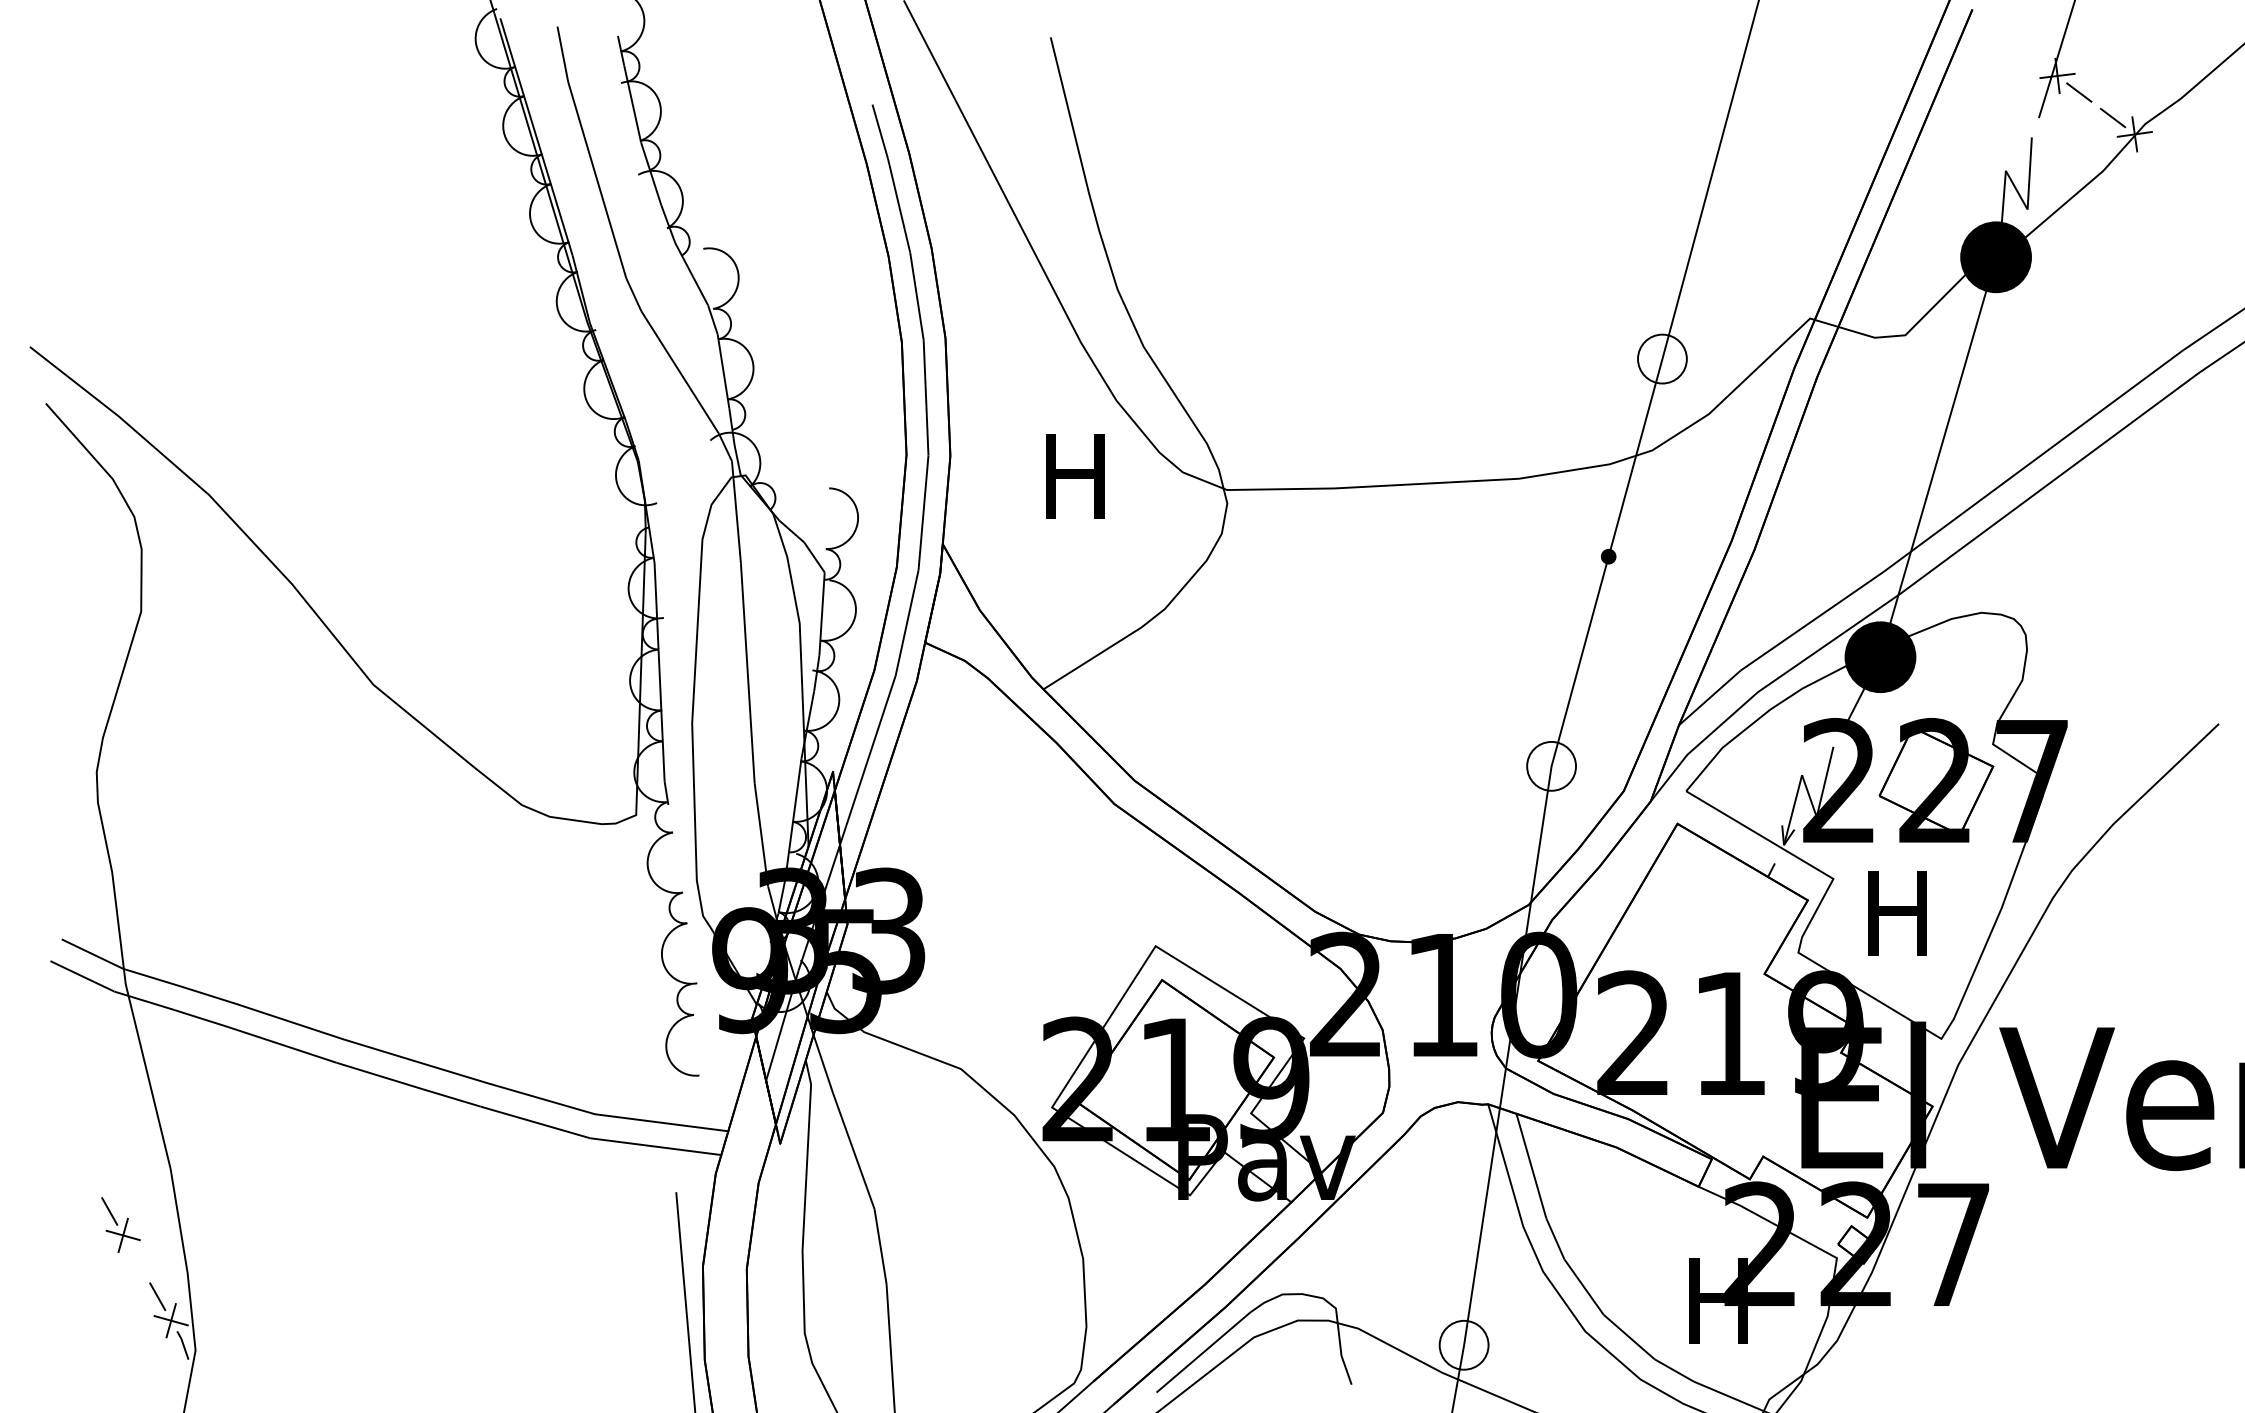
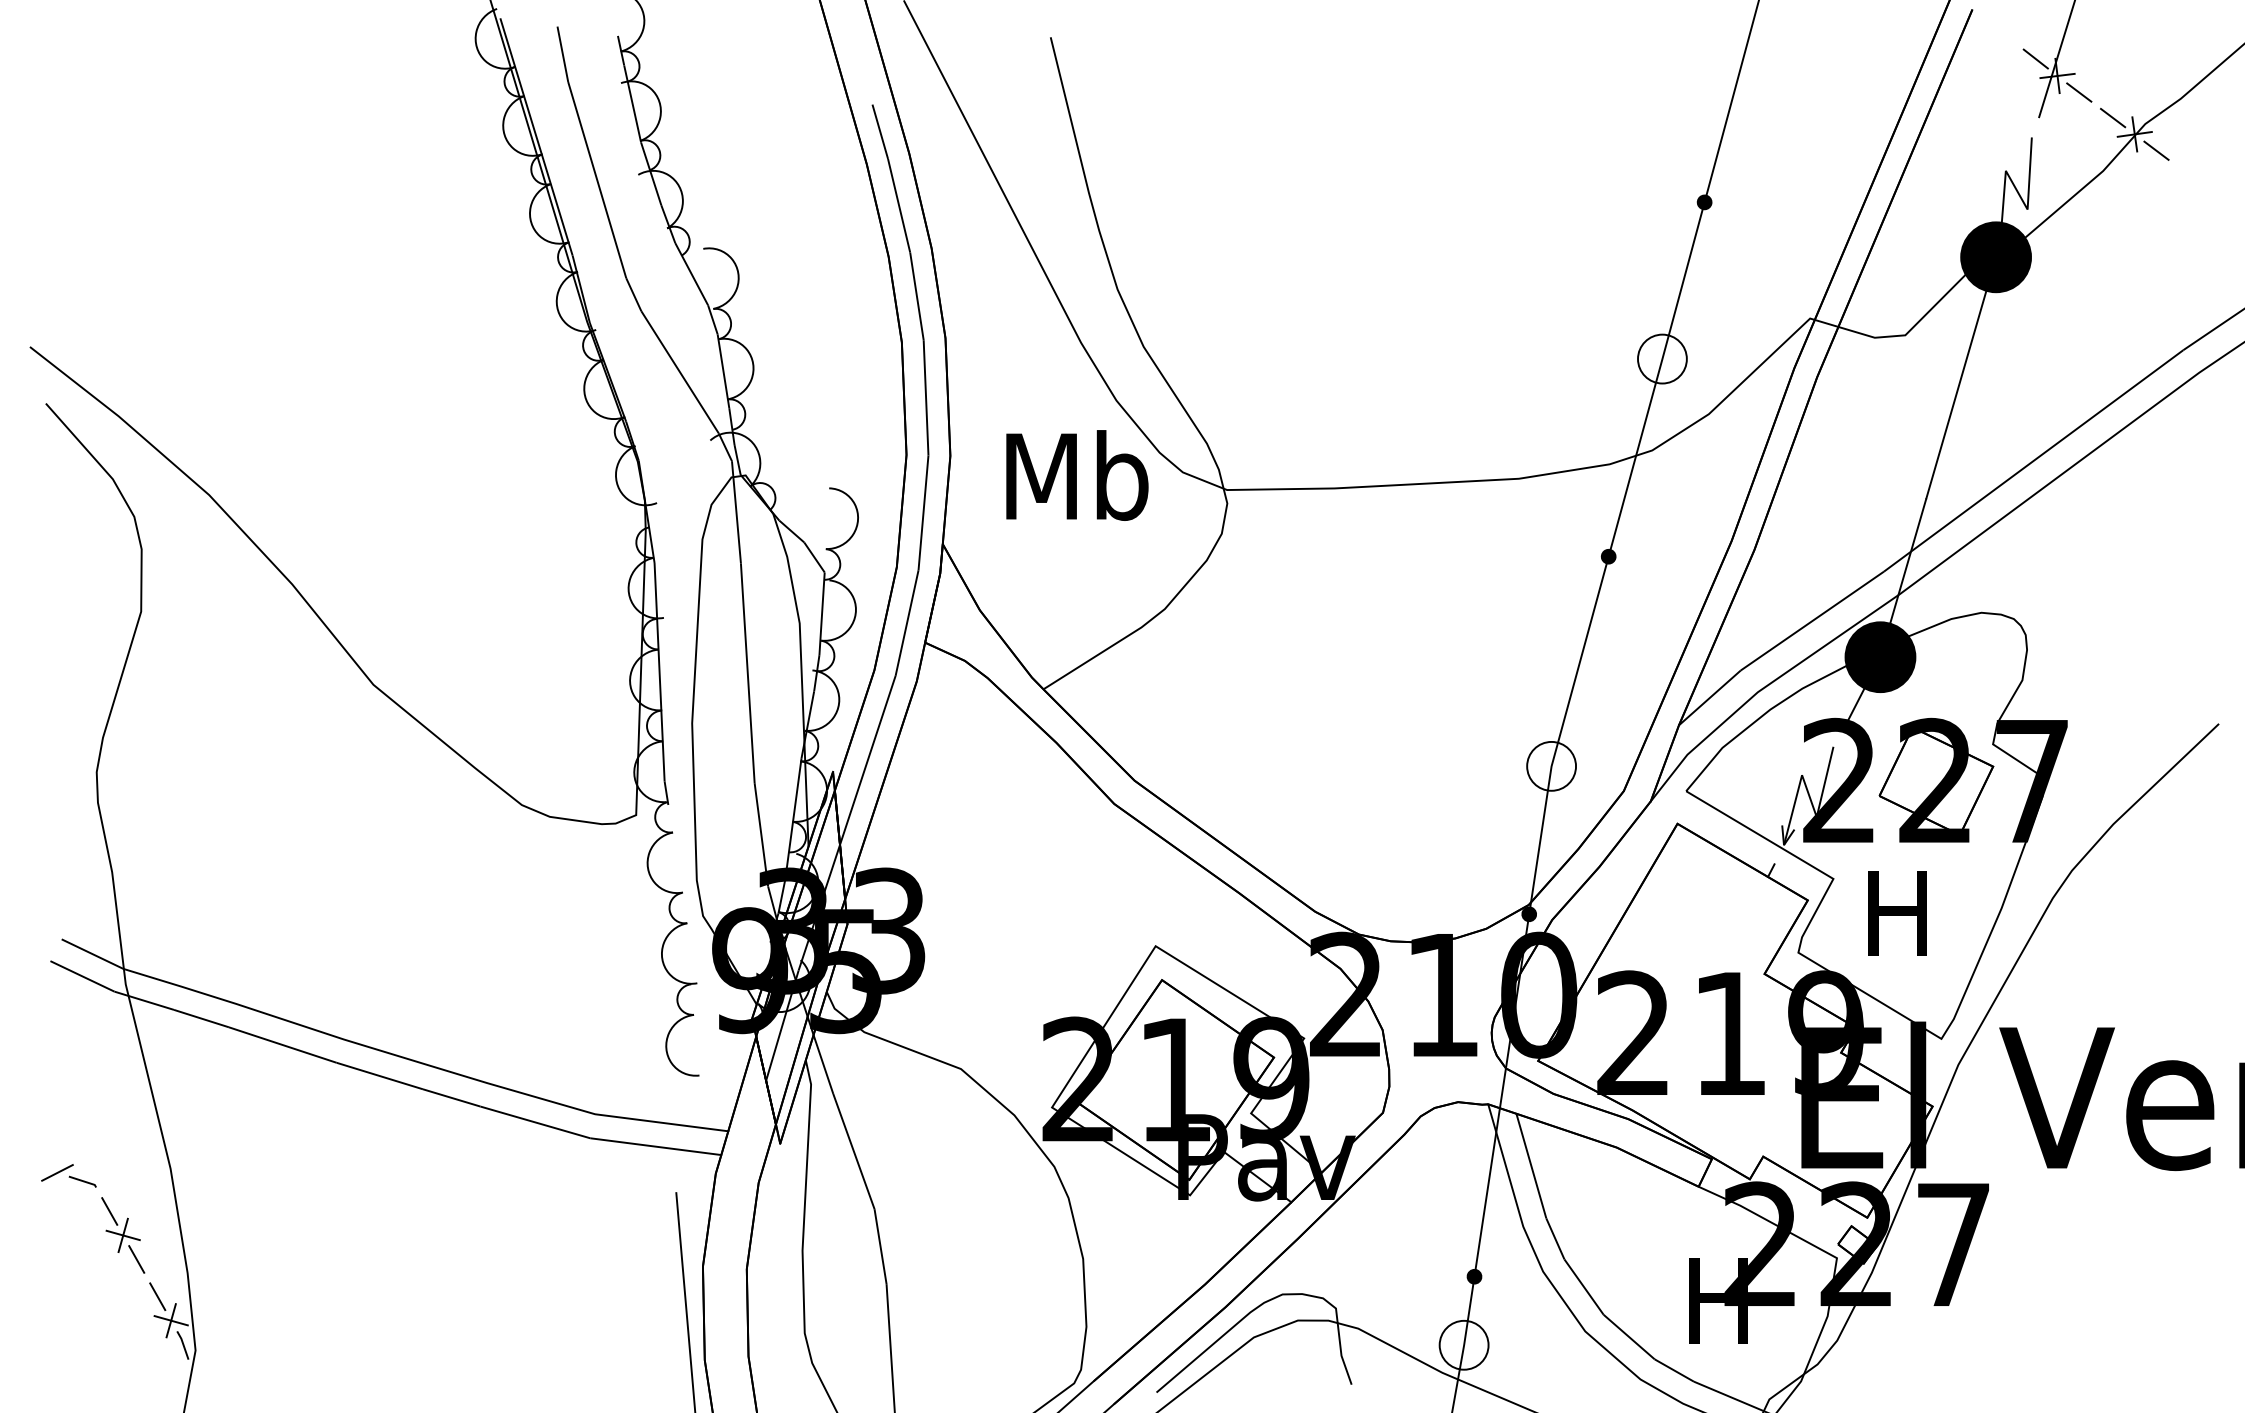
line at (2035, 58): none -> present
line at (2156, 150): none -> present
fill at (1704, 202): none -> present
text at (1077, 475): H -> Mb
fill at (1529, 914): none -> present
part at (68, 1175): none -> present
line at (136, 1259): none -> present
fill at (1474, 1276): none -> present
